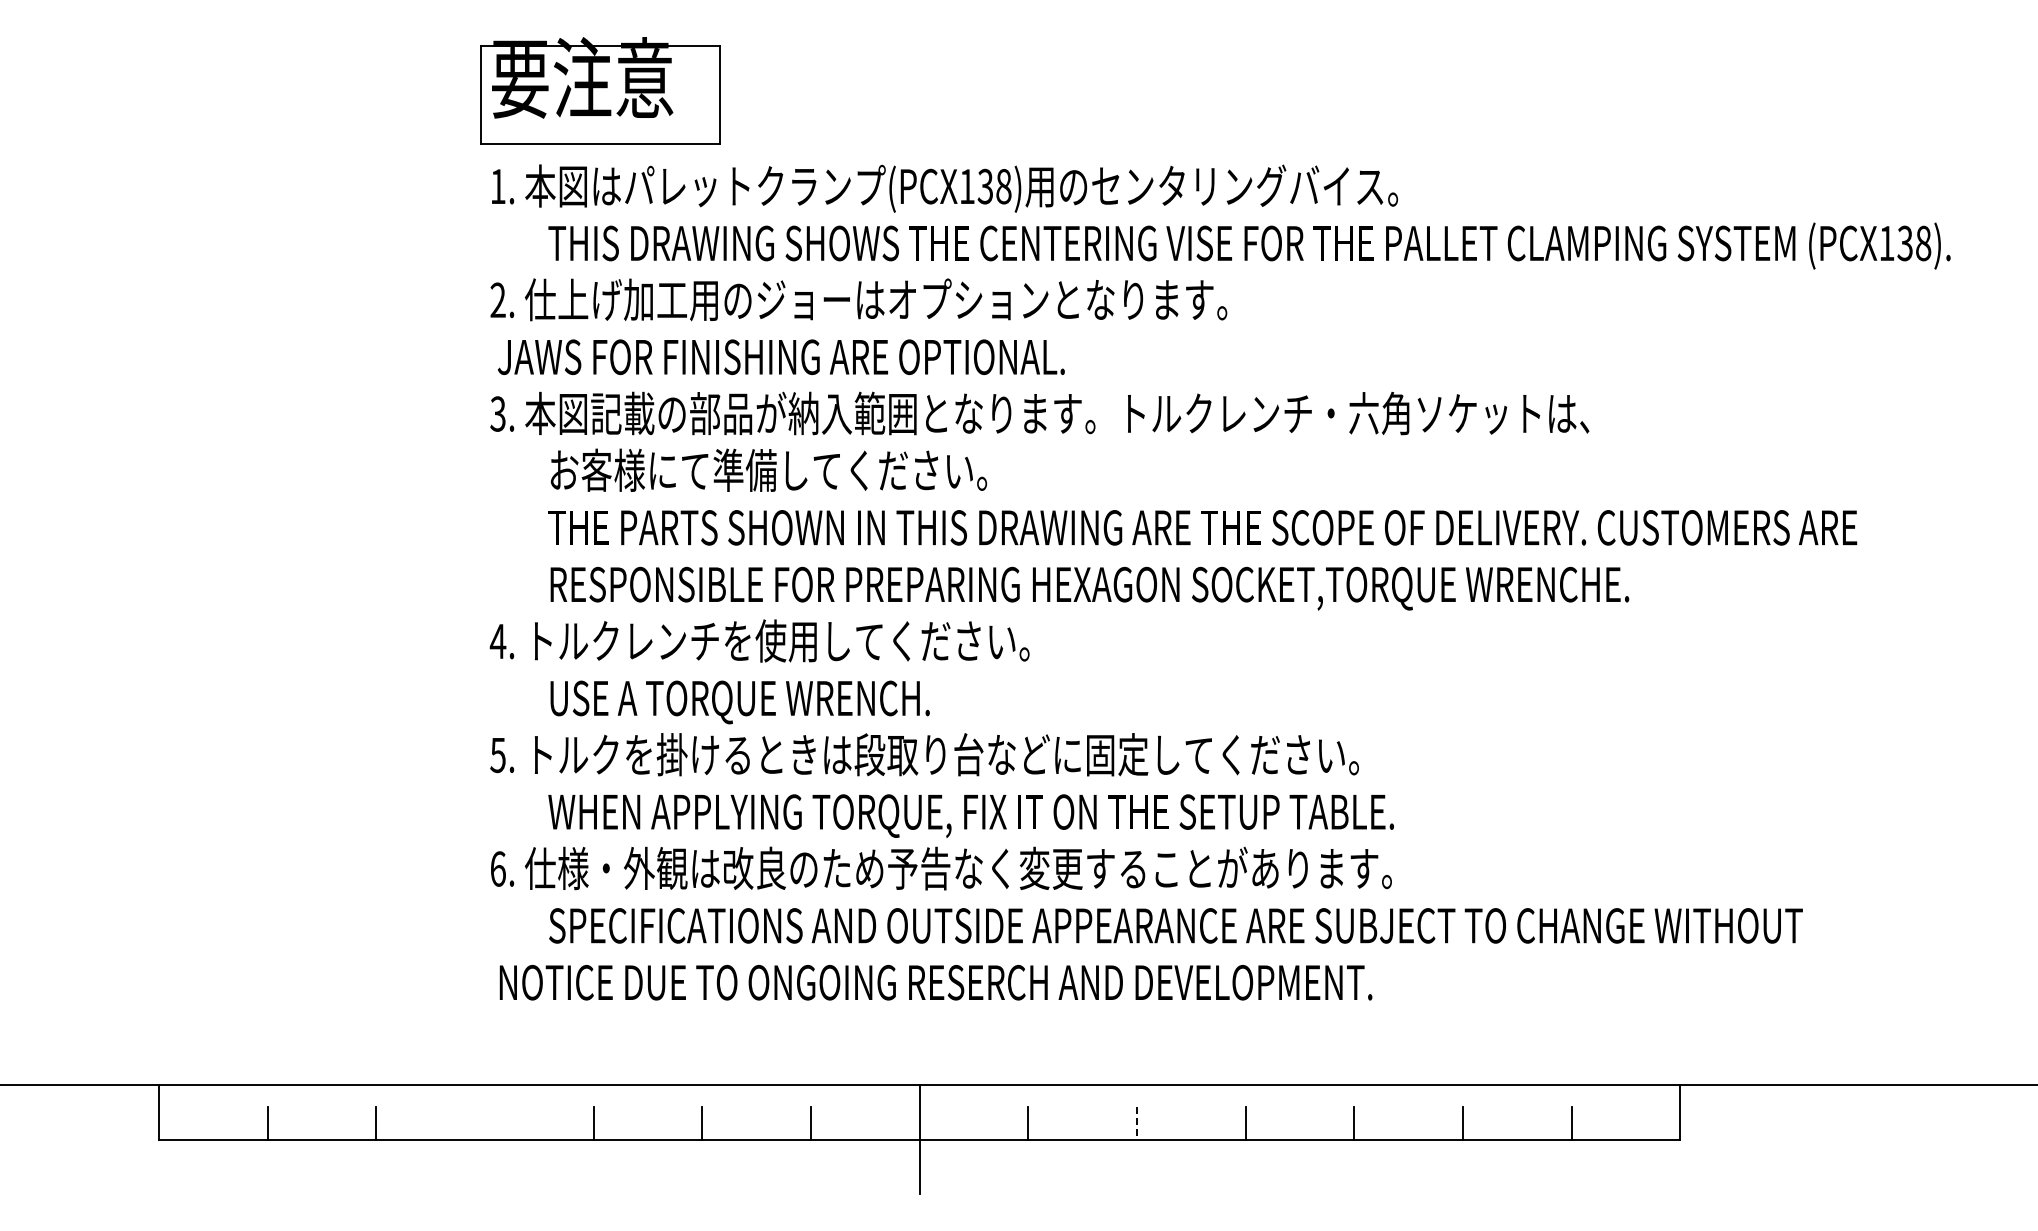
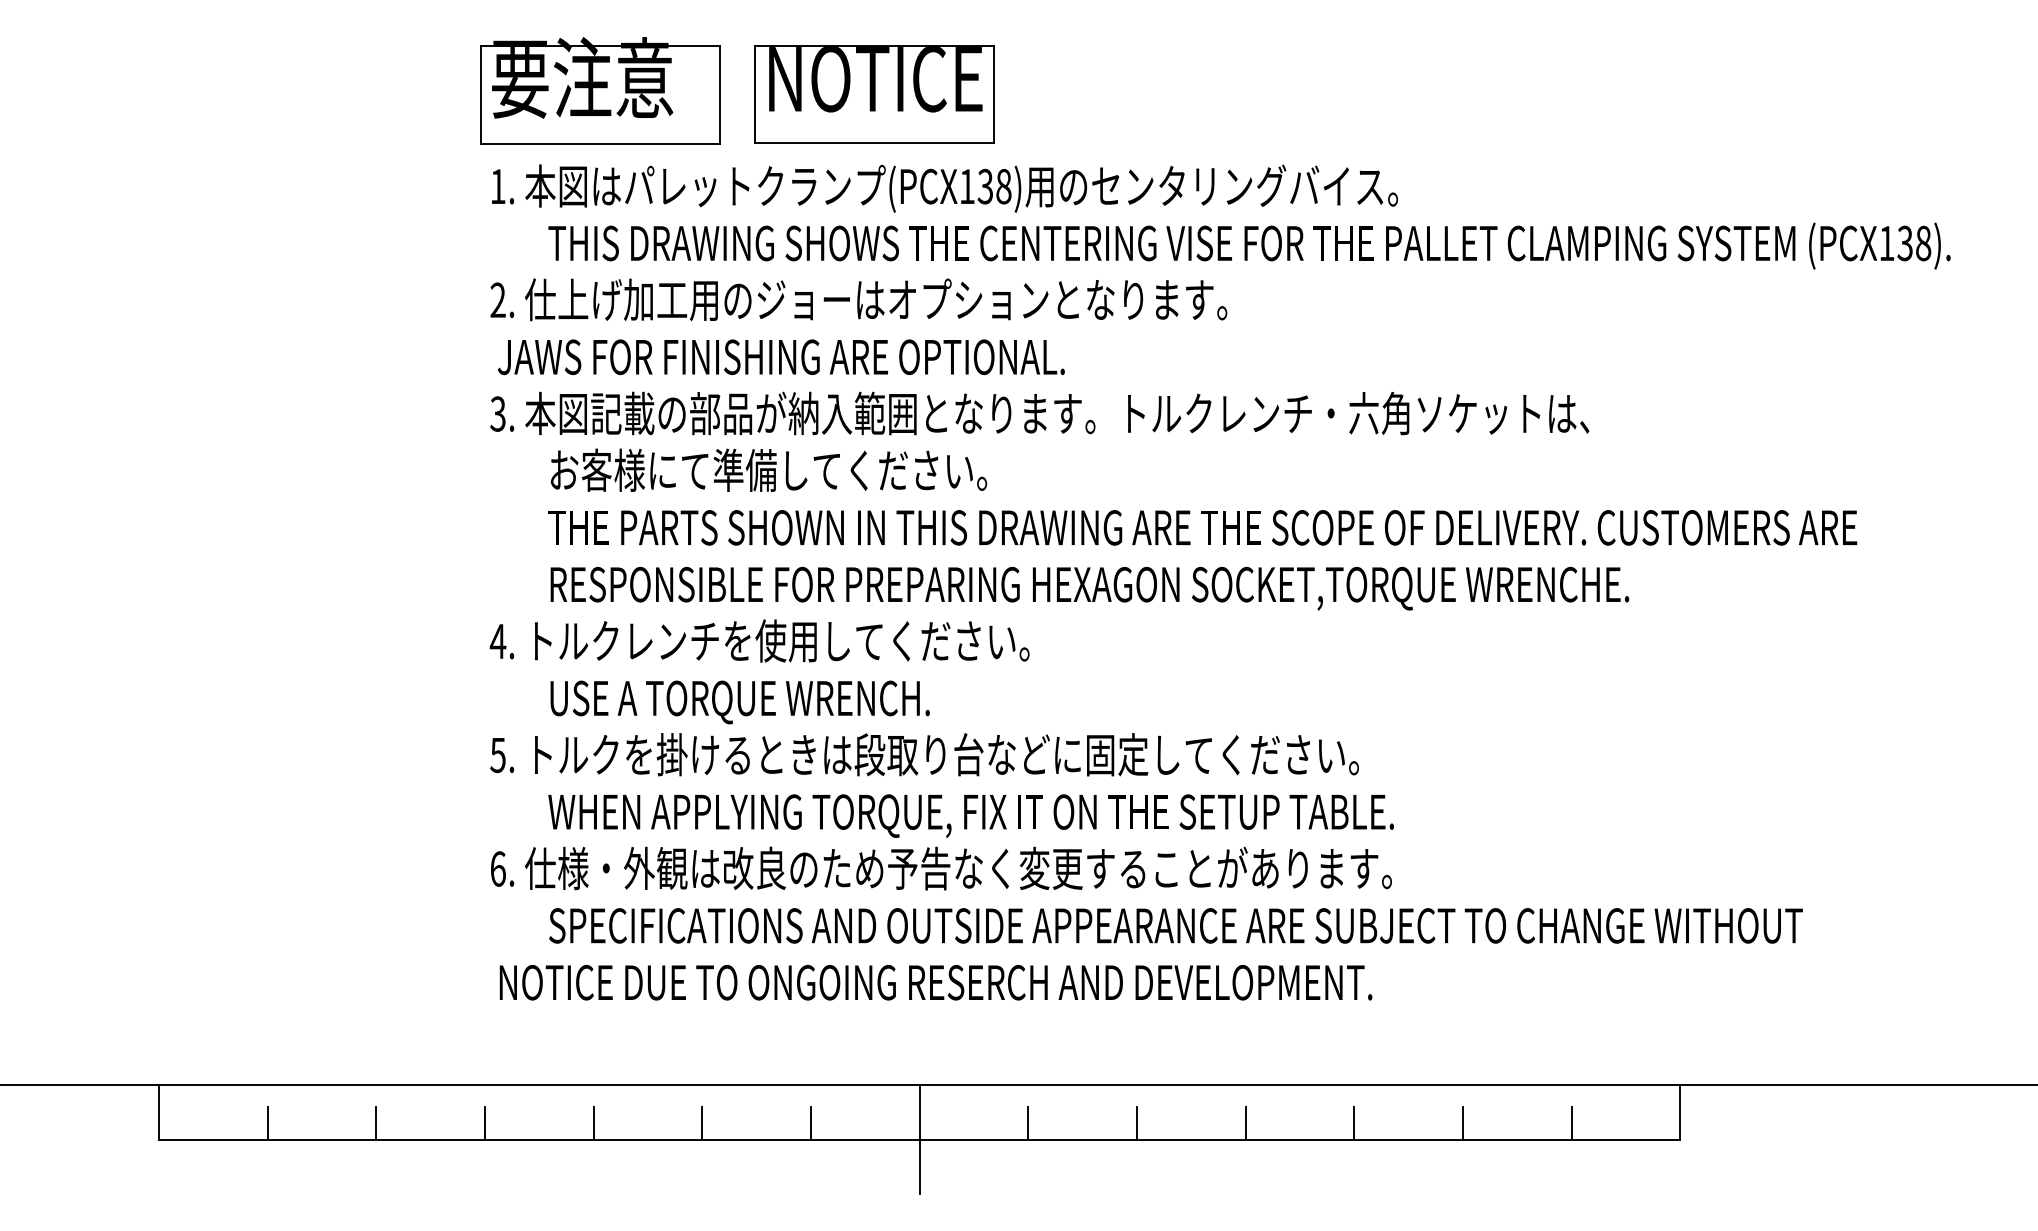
part at (874, 94): none -> present
line at (485, 1123): none -> present
line at (1137, 1124): dashed -> solid
